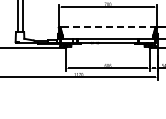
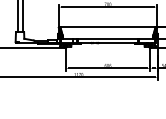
line at (107, 26): dashed -> solid
